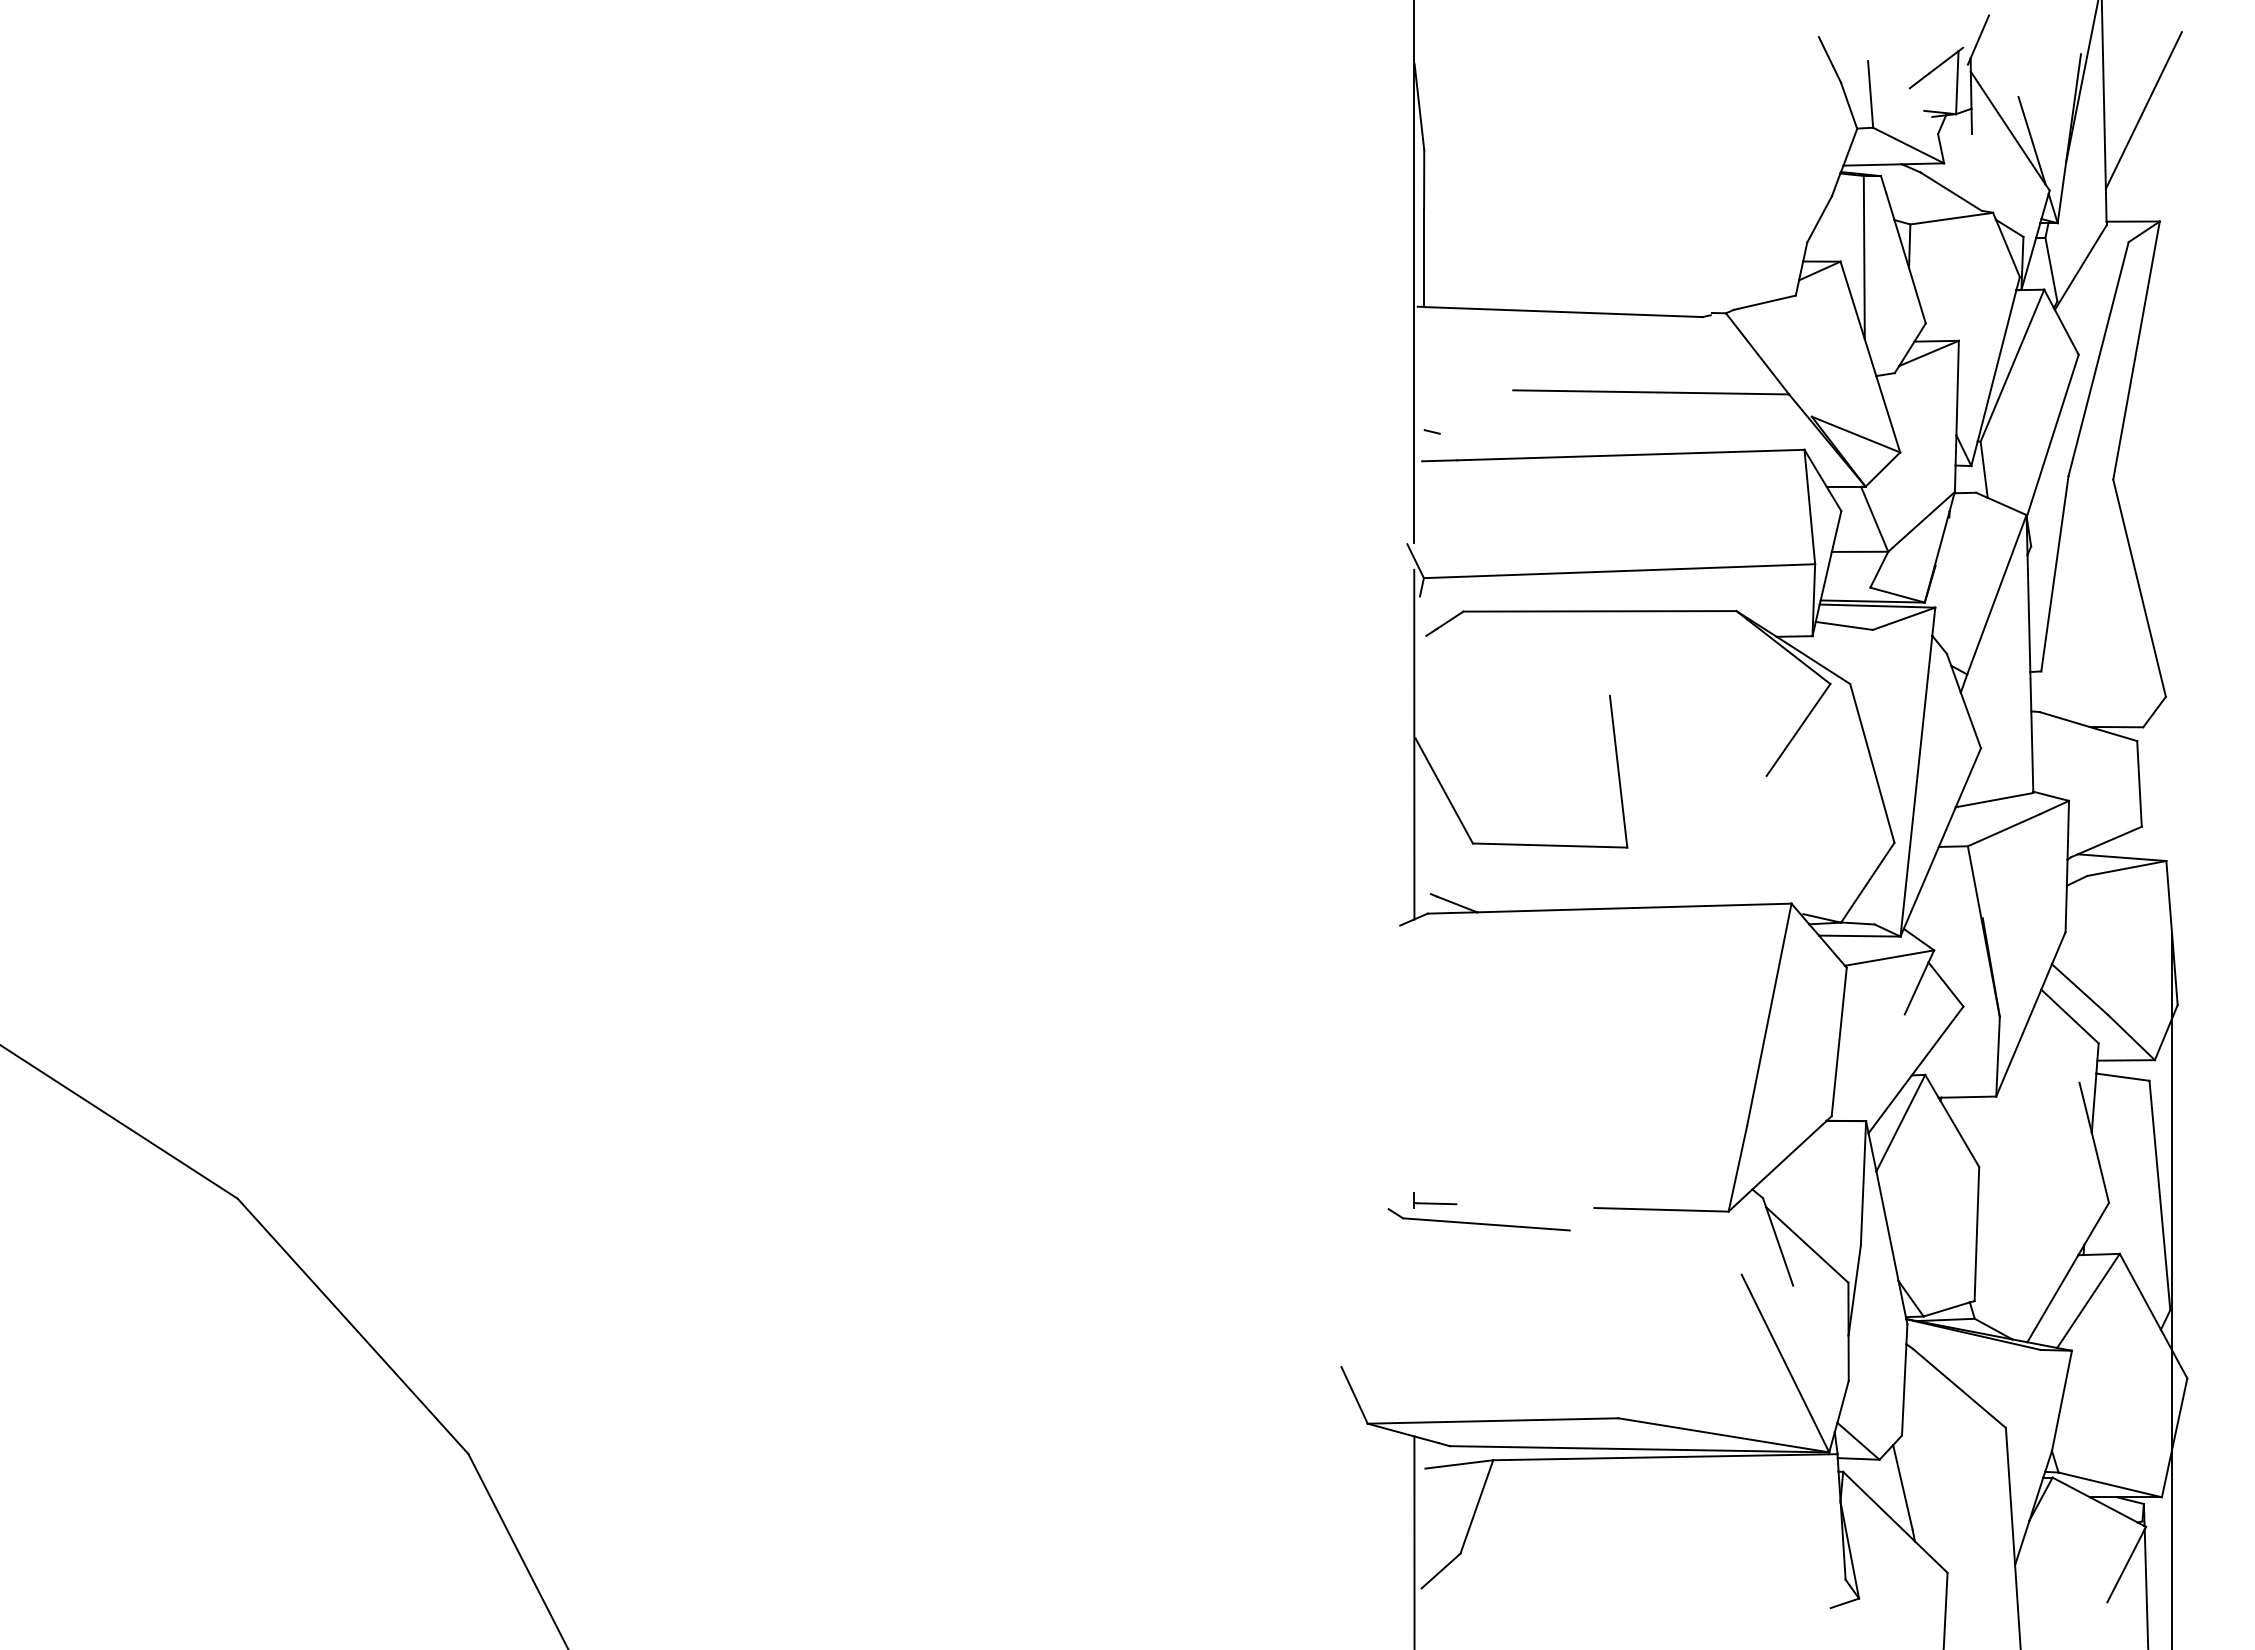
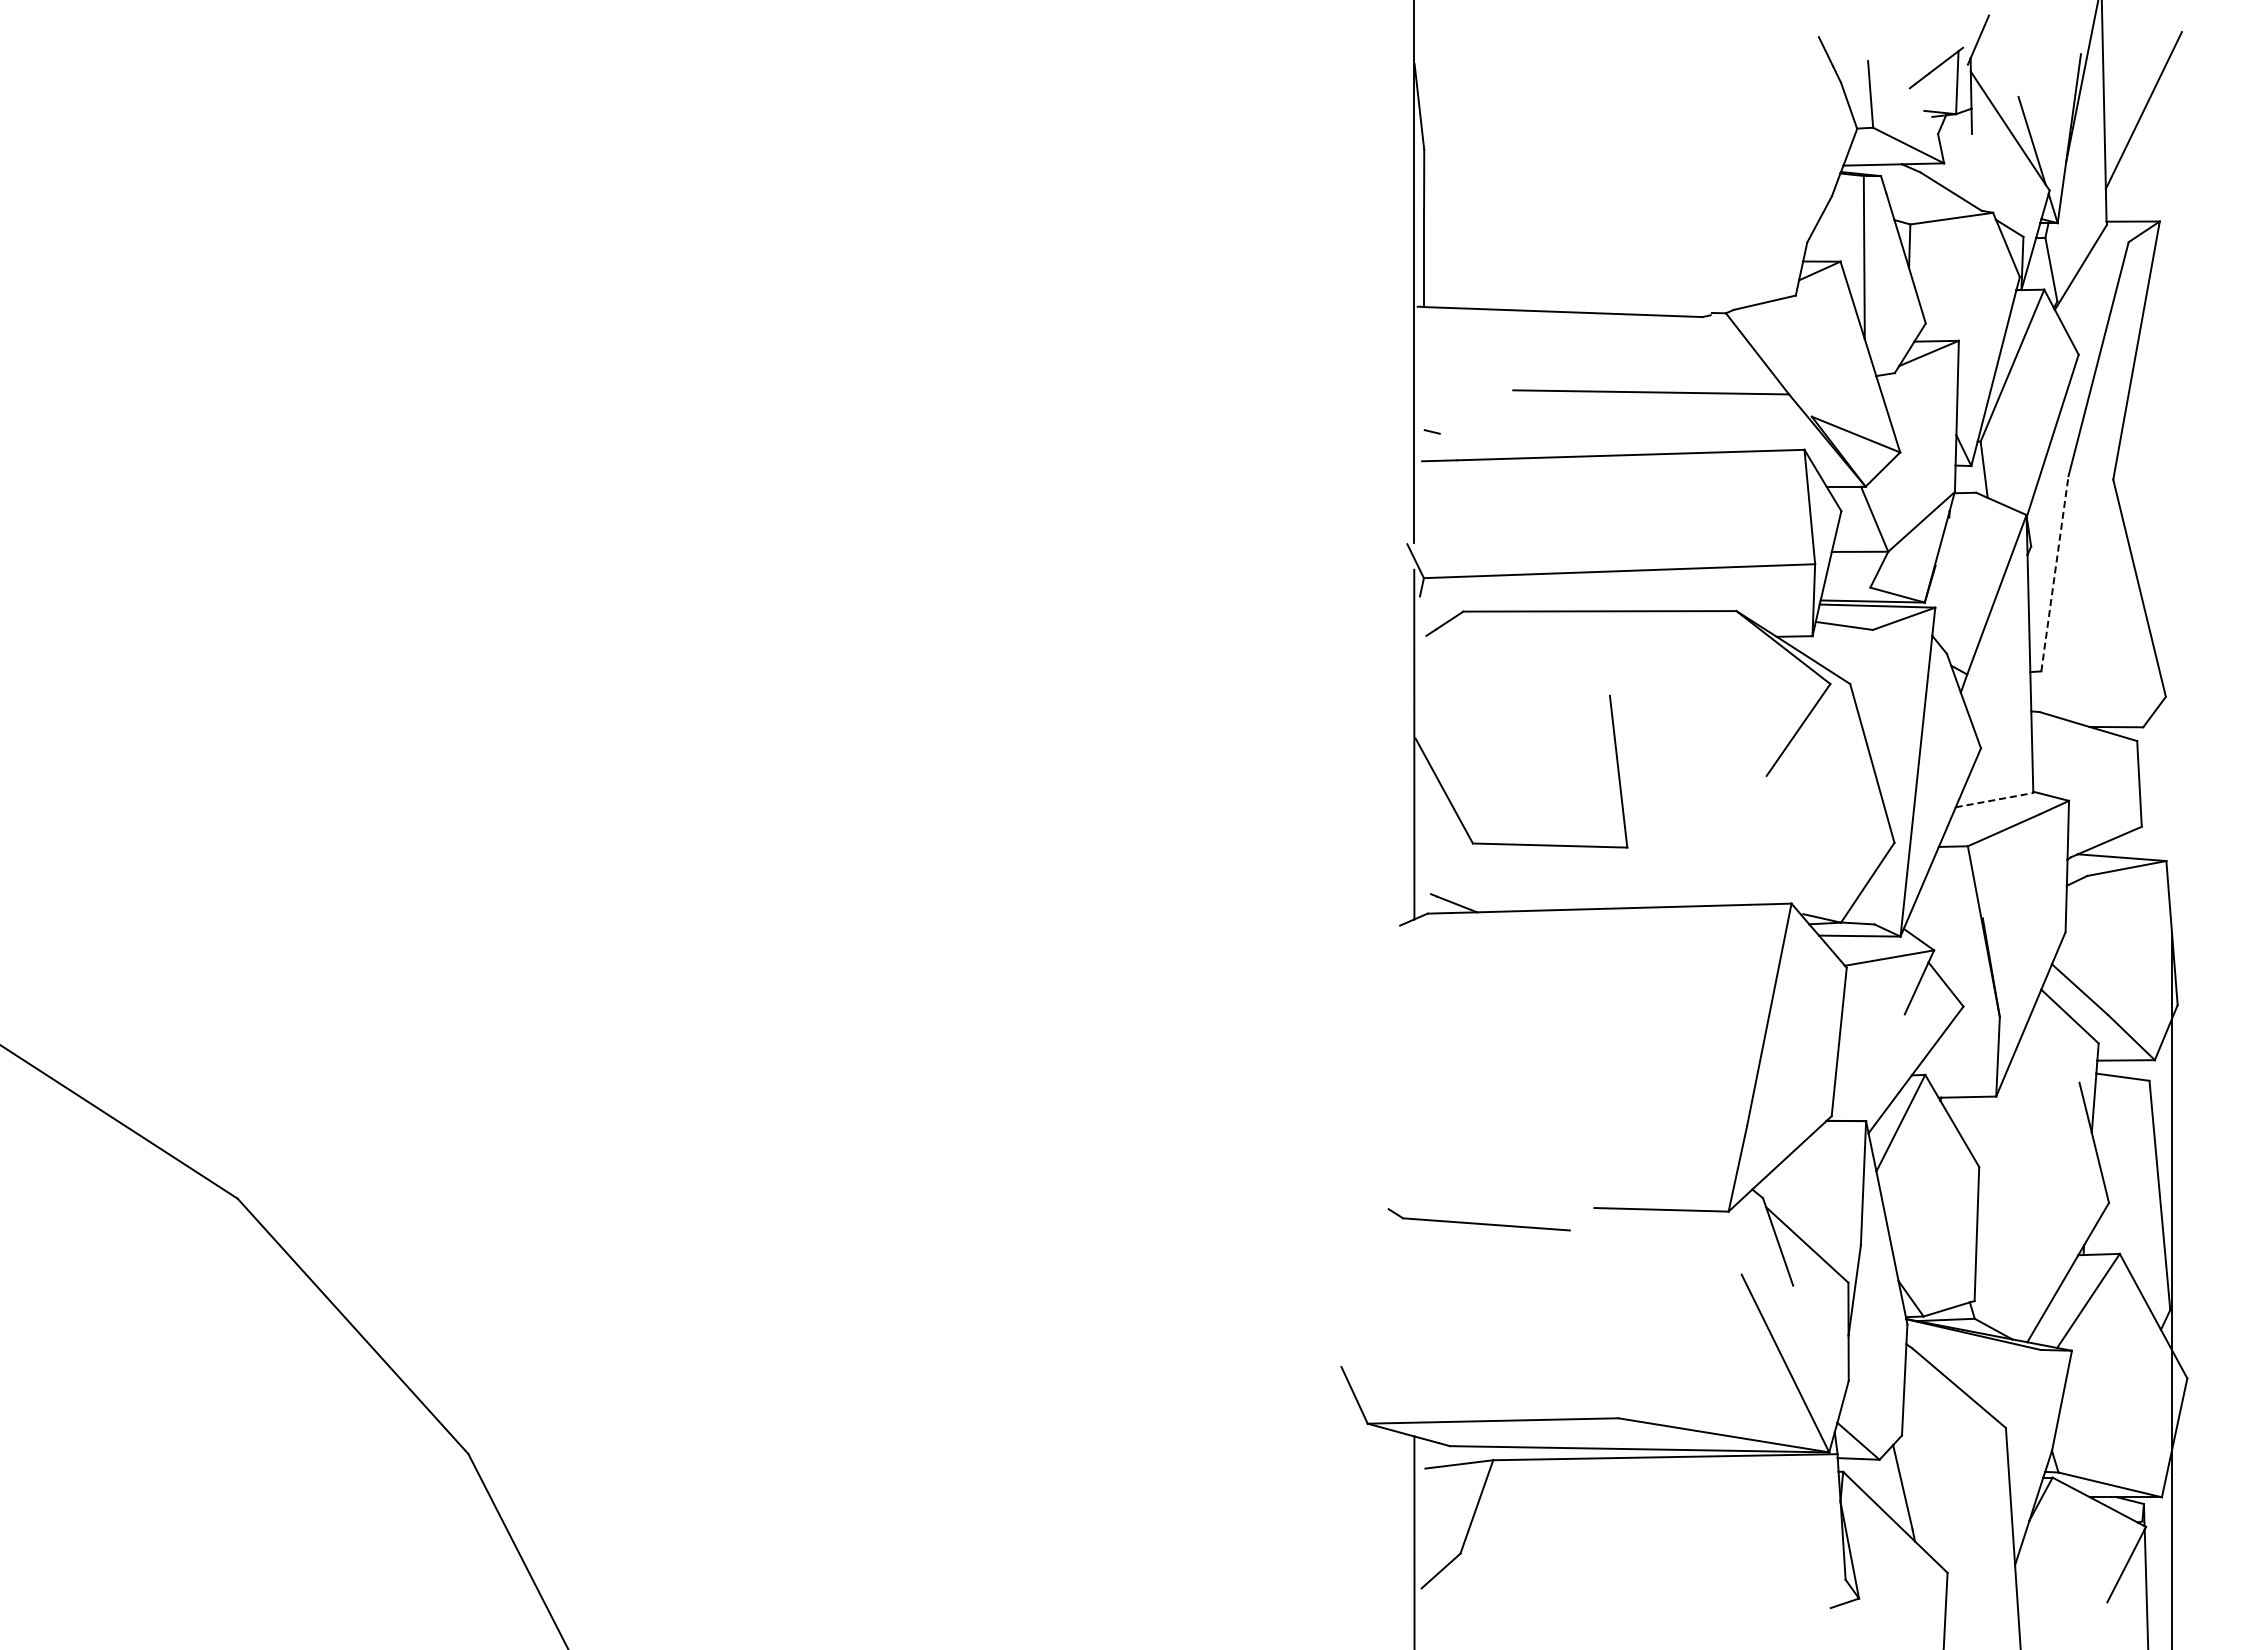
line at (2054, 573): solid -> dashed
line at (1995, 800): solid -> dashed
part at (1435, 1200): present -> none
